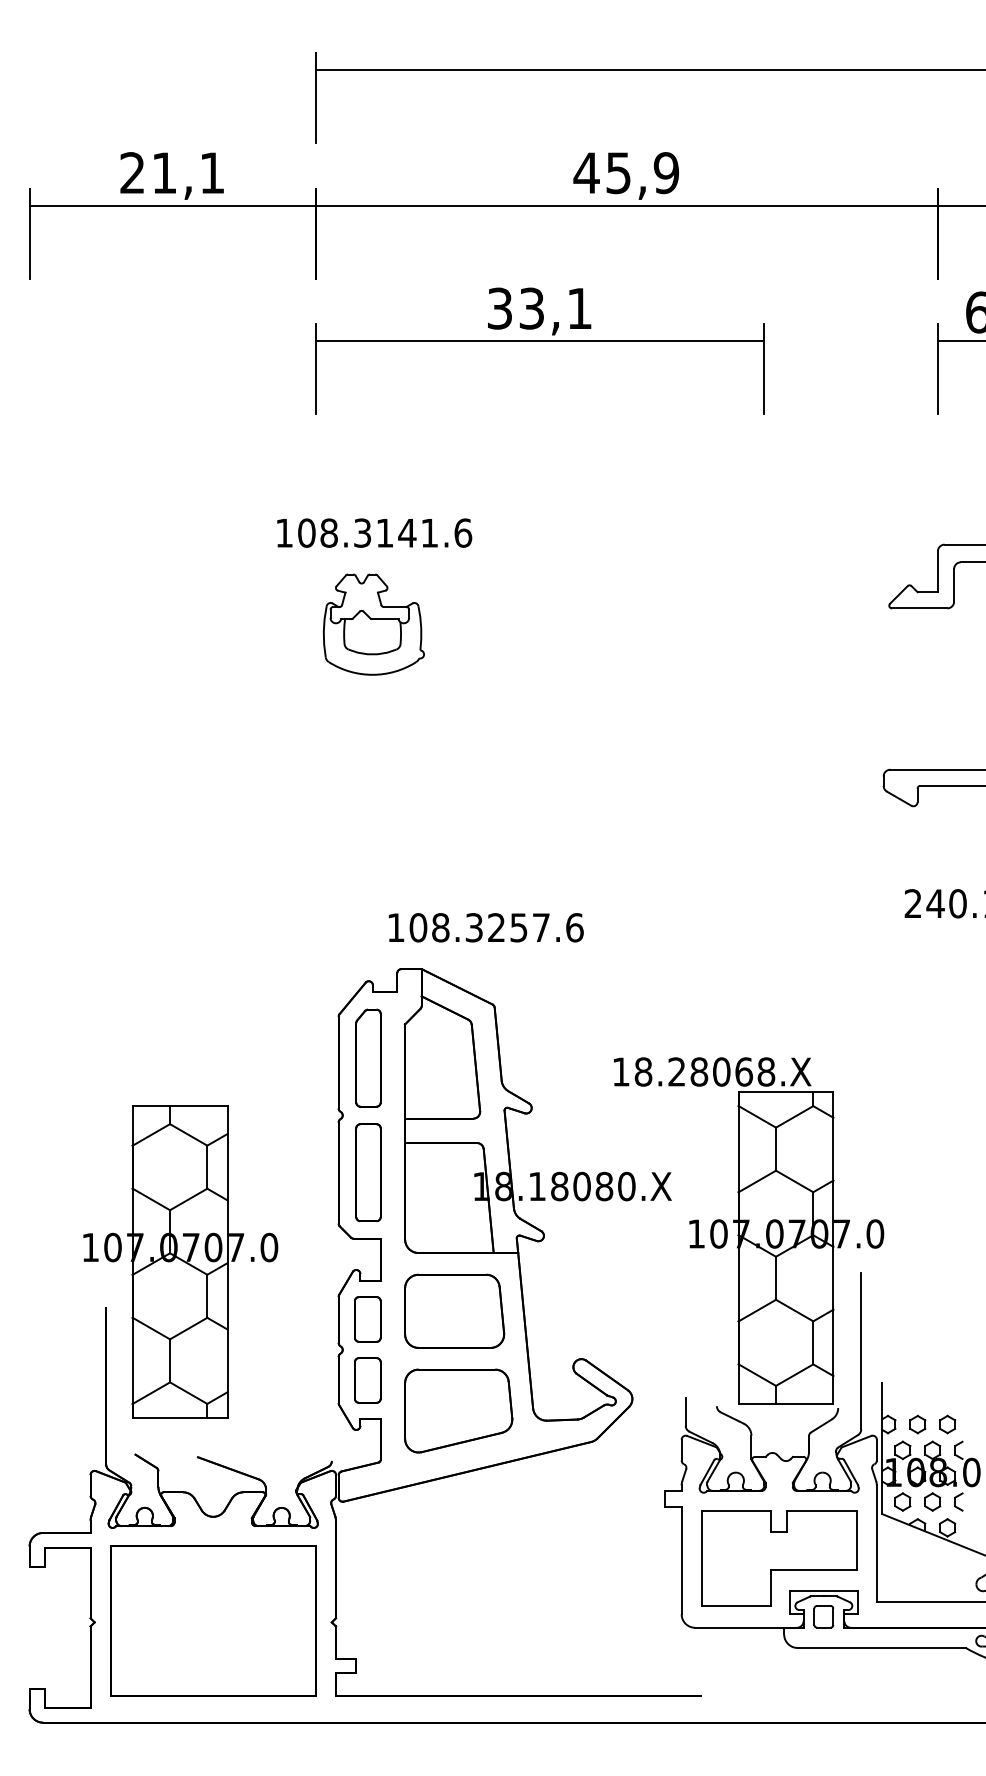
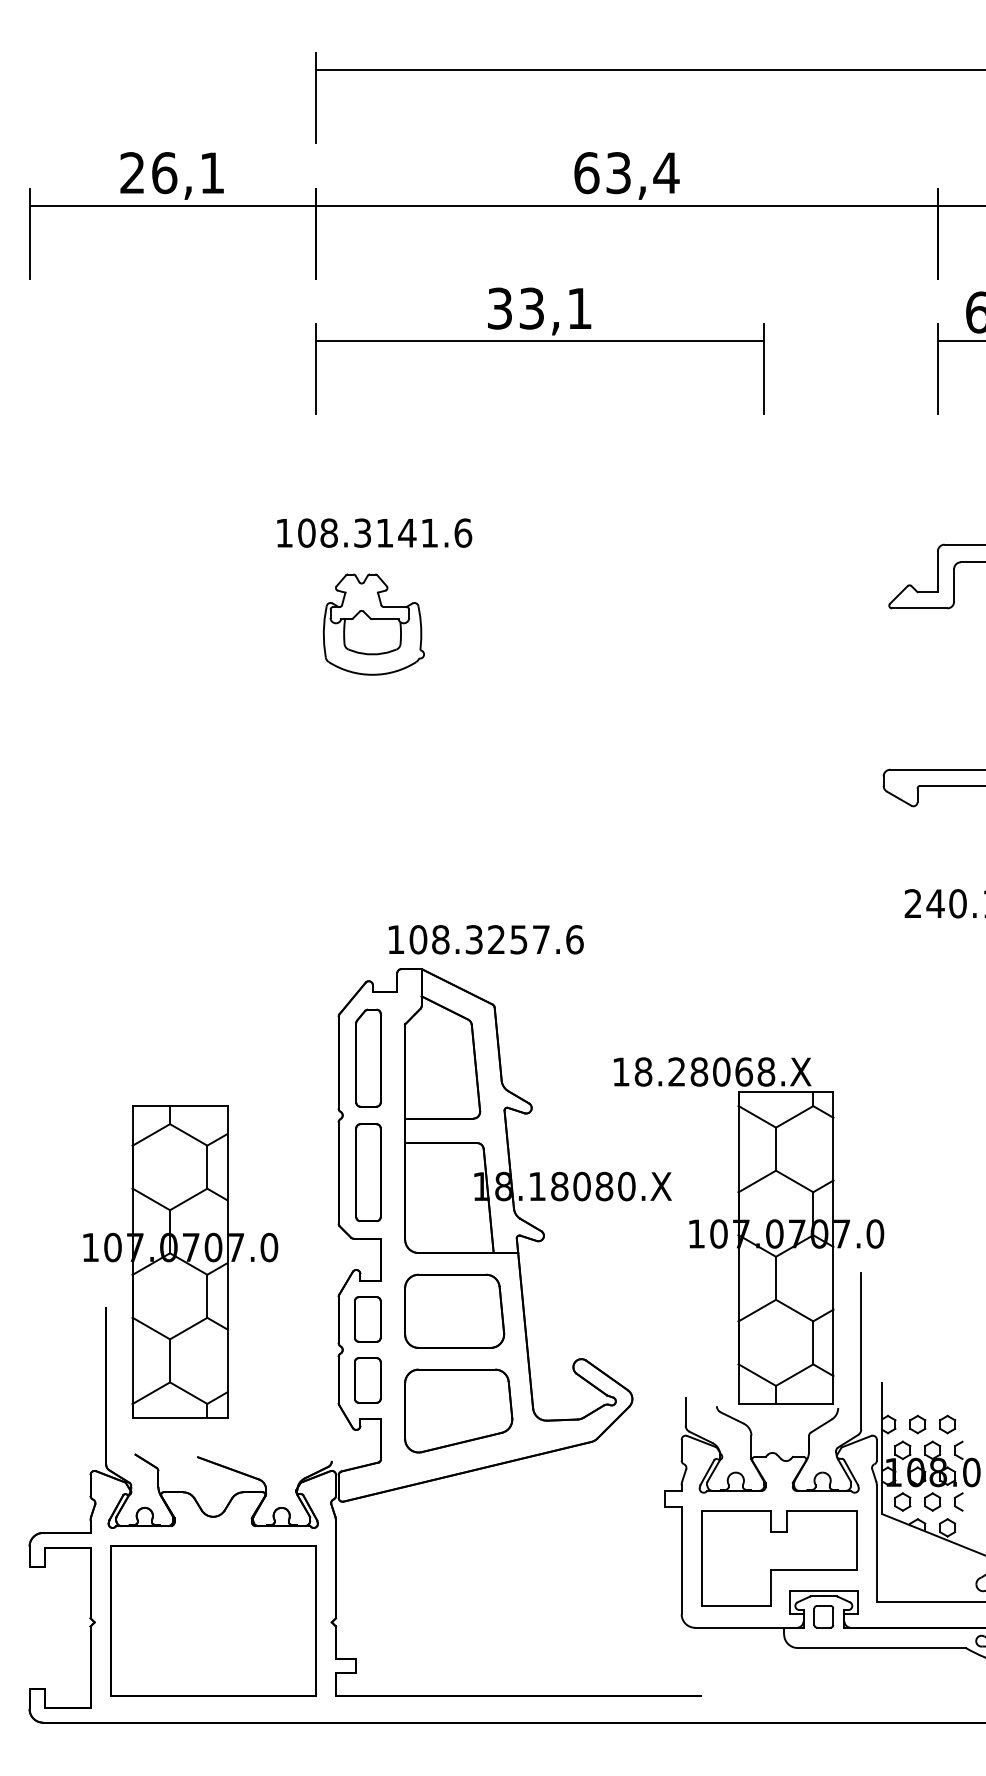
text at (164, 173): 21,1 -> 26,1
text at (626, 173): 45,9 -> 63,4
text at (485, 927) position: (485, 927) -> (485, 939)
